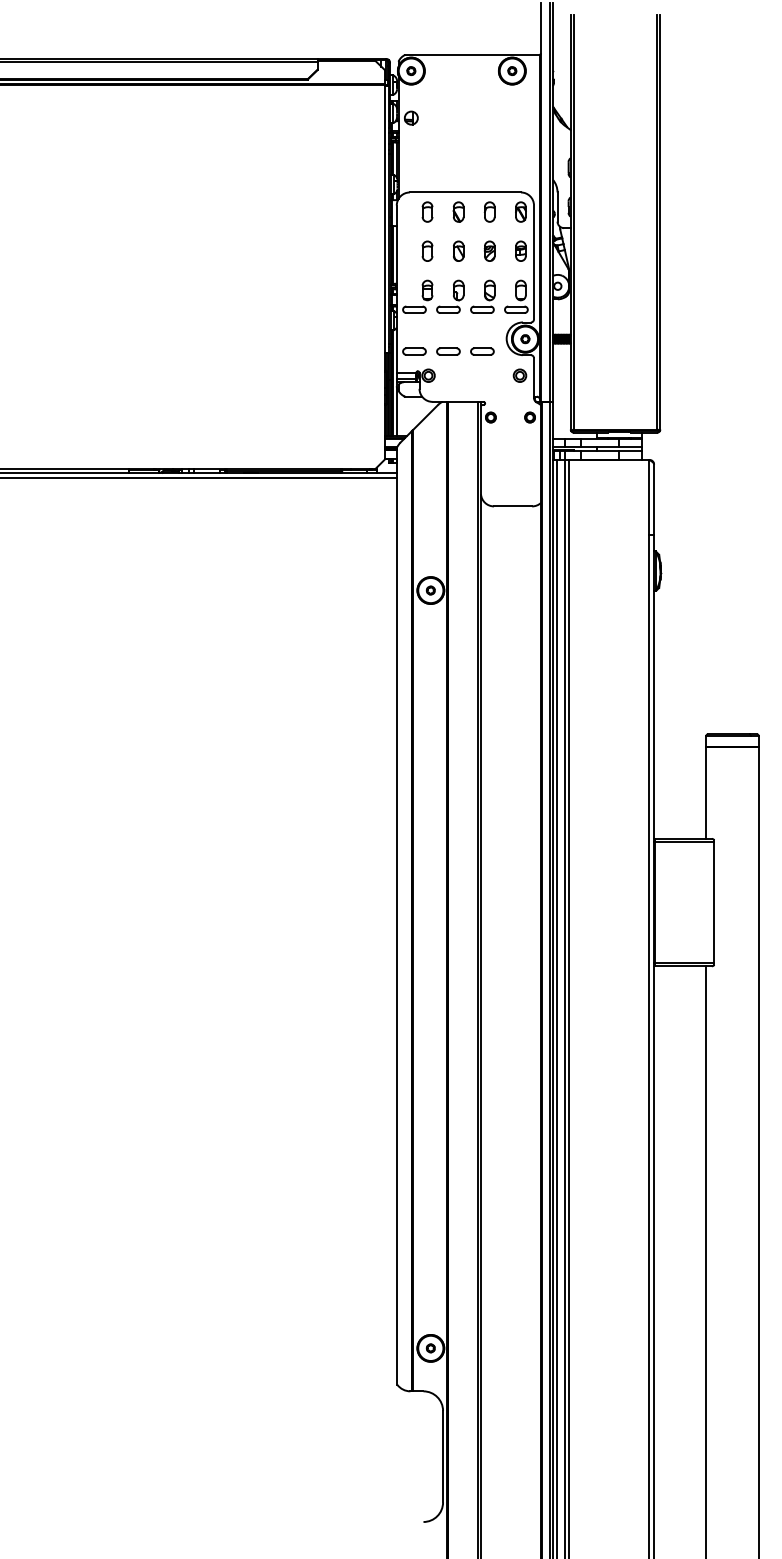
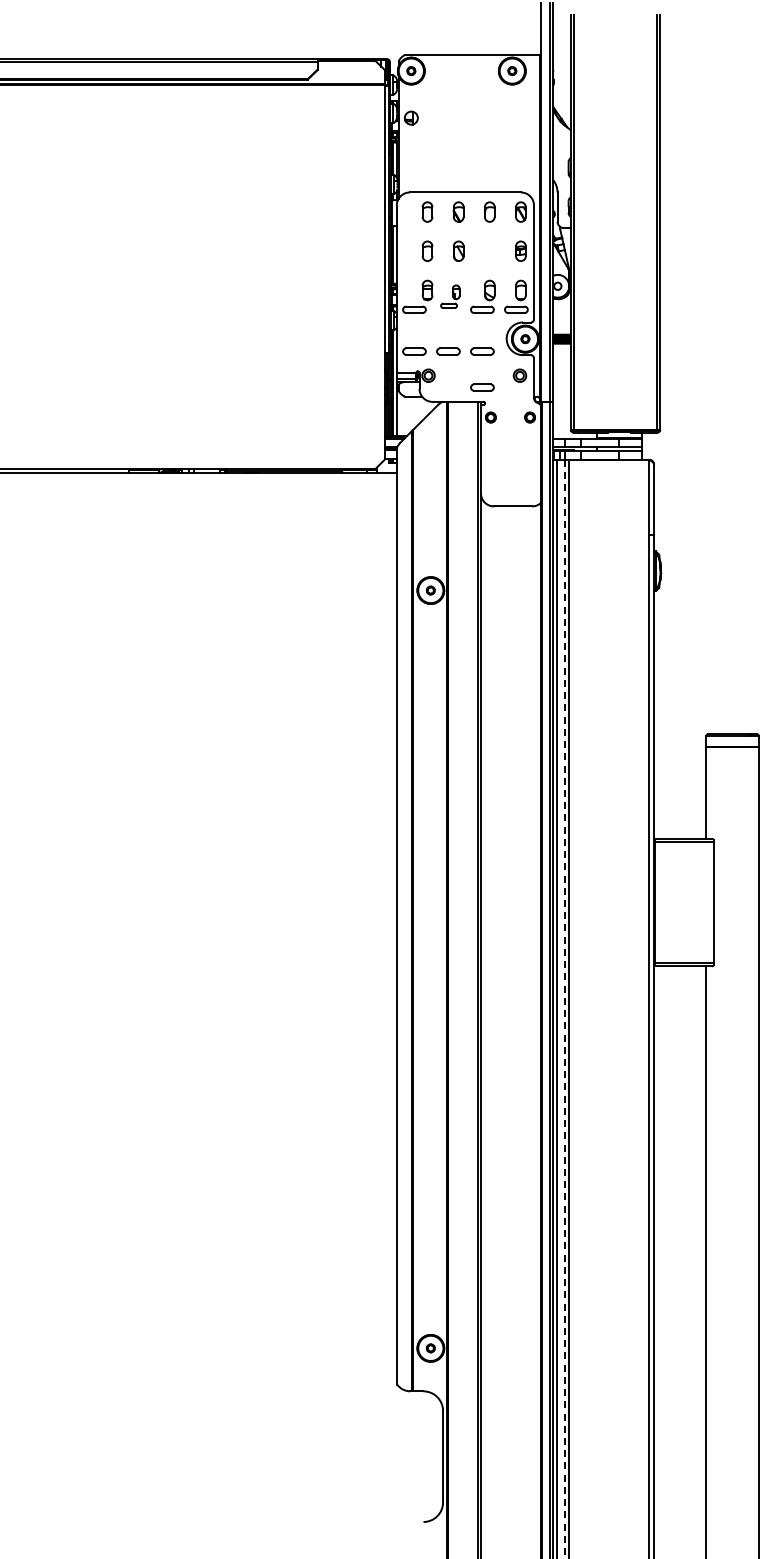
part at (489, 250): present -> none
part at (450, 296) size: 29x35 px -> 21x25 px
part at (482, 387): none -> present
line at (199, 478): present -> none
line at (564, 1008): solid -> dashed
